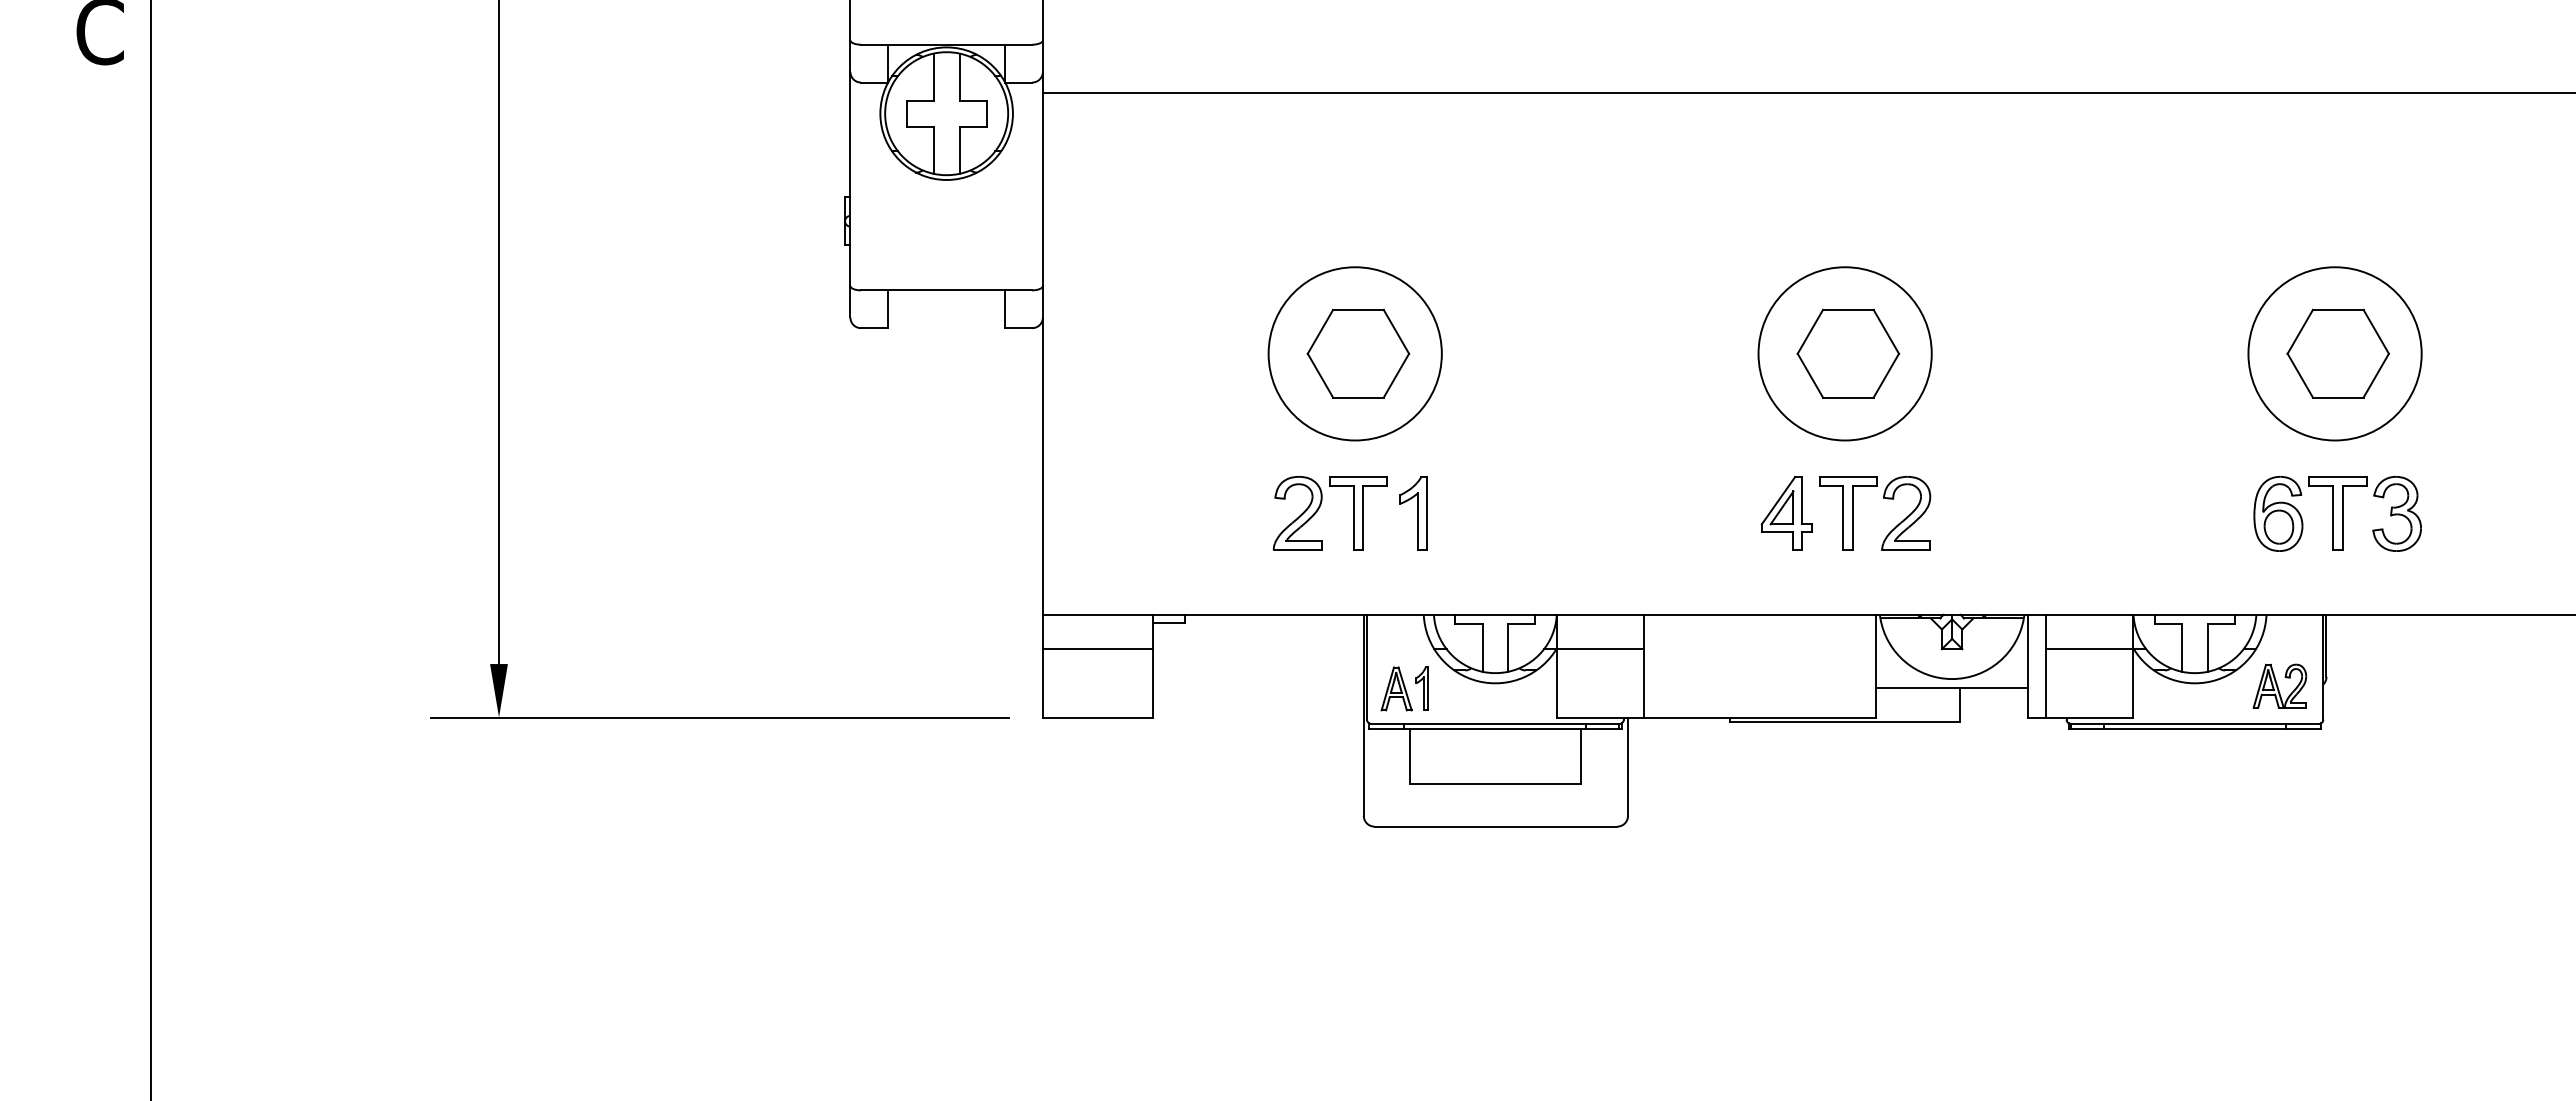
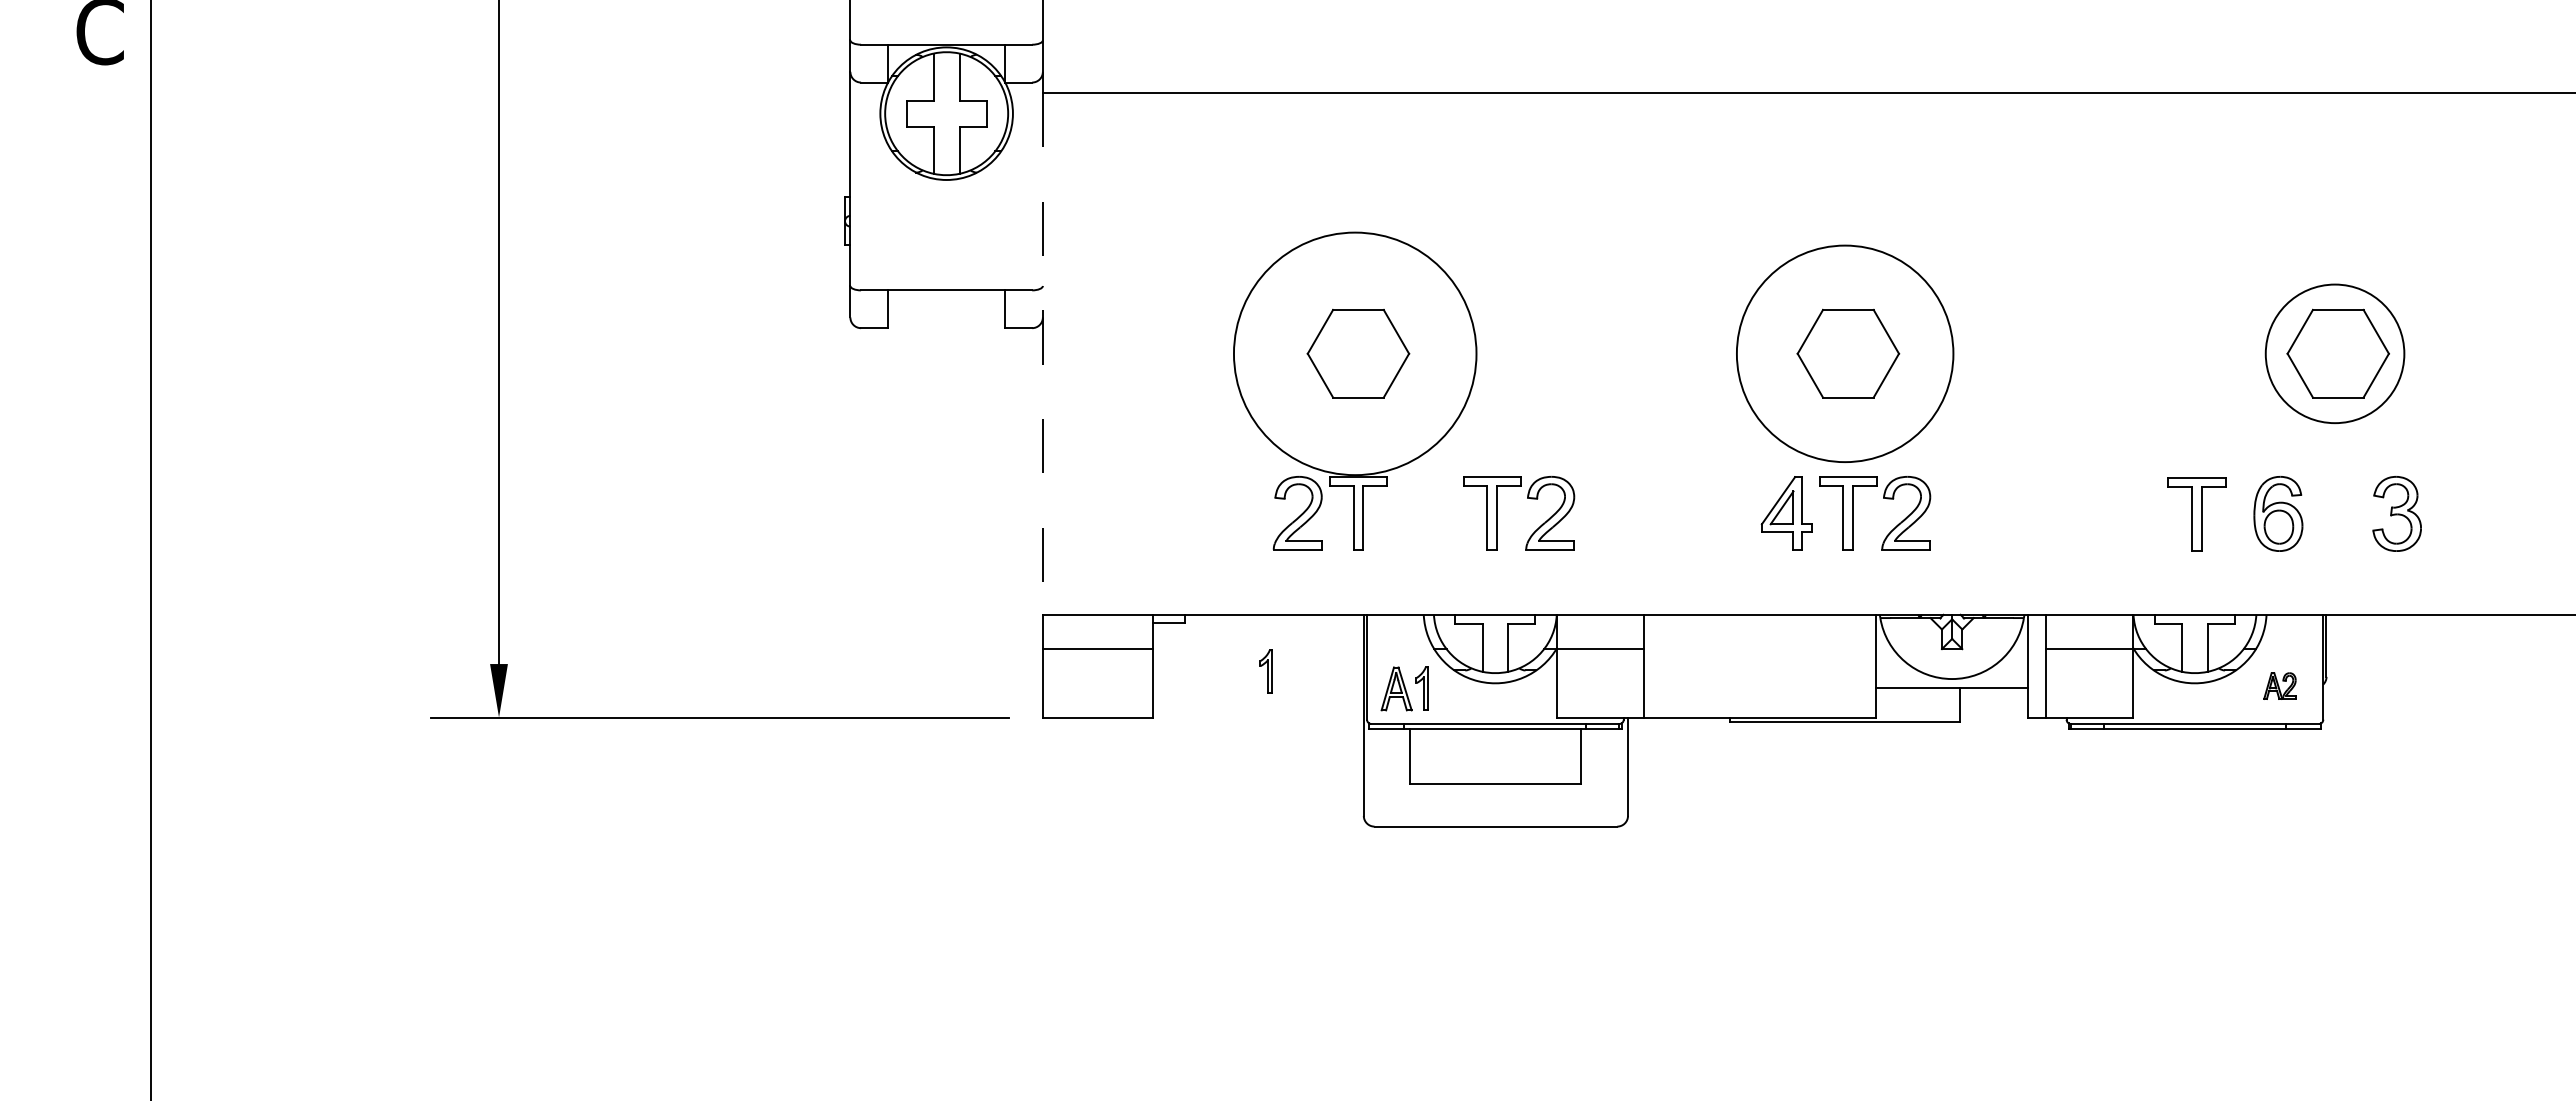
circle at (1354, 353) diameter: 173 px -> 243 px
circle at (1844, 353) diameter: 173 px -> 217 px
circle at (2334, 353) diameter: 173 px -> 139 px
line at (1042, 354): solid -> dashed
part at (1527, 498): none -> present
part at (1413, 513): present -> none
part at (2337, 513) position: (2337, 513) -> (2196, 514)
part at (1265, 671): none -> present
part at (2279, 685) size: 56x46 px -> 34x28 px
